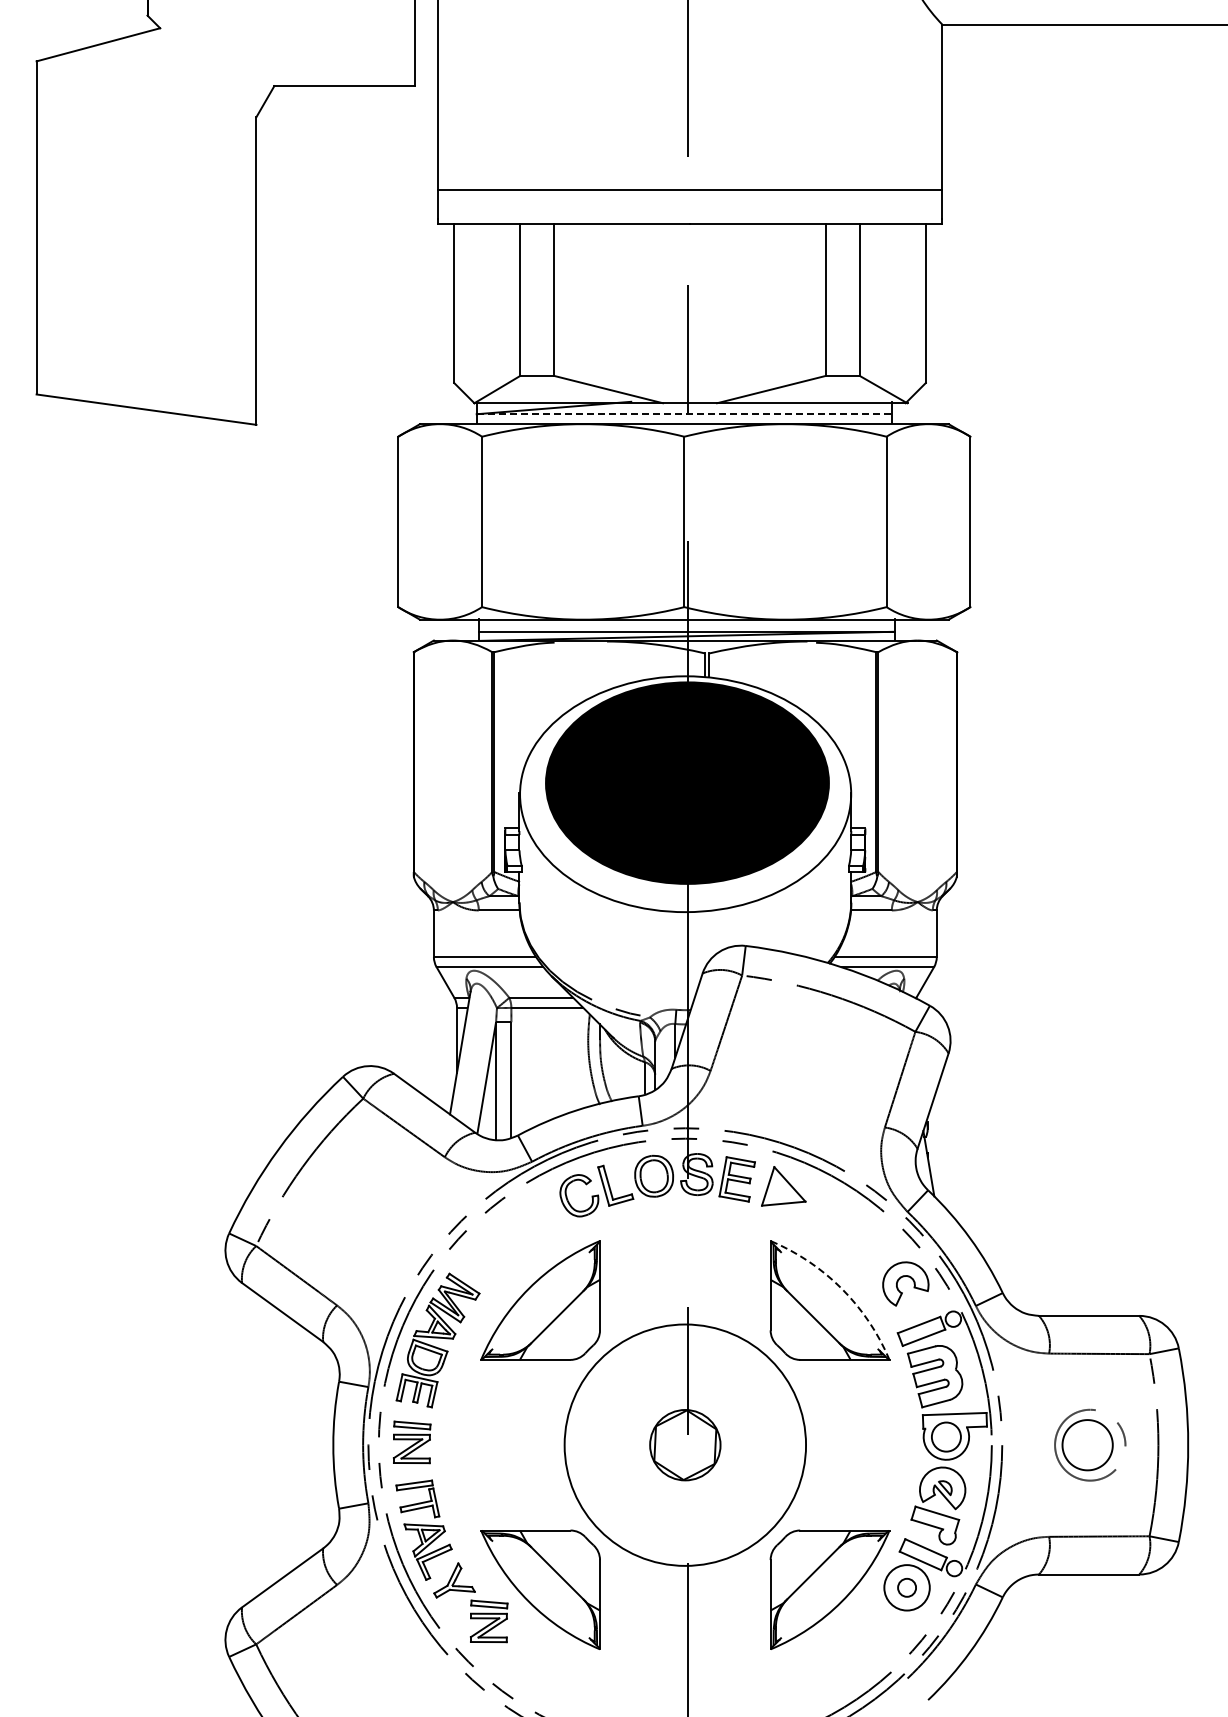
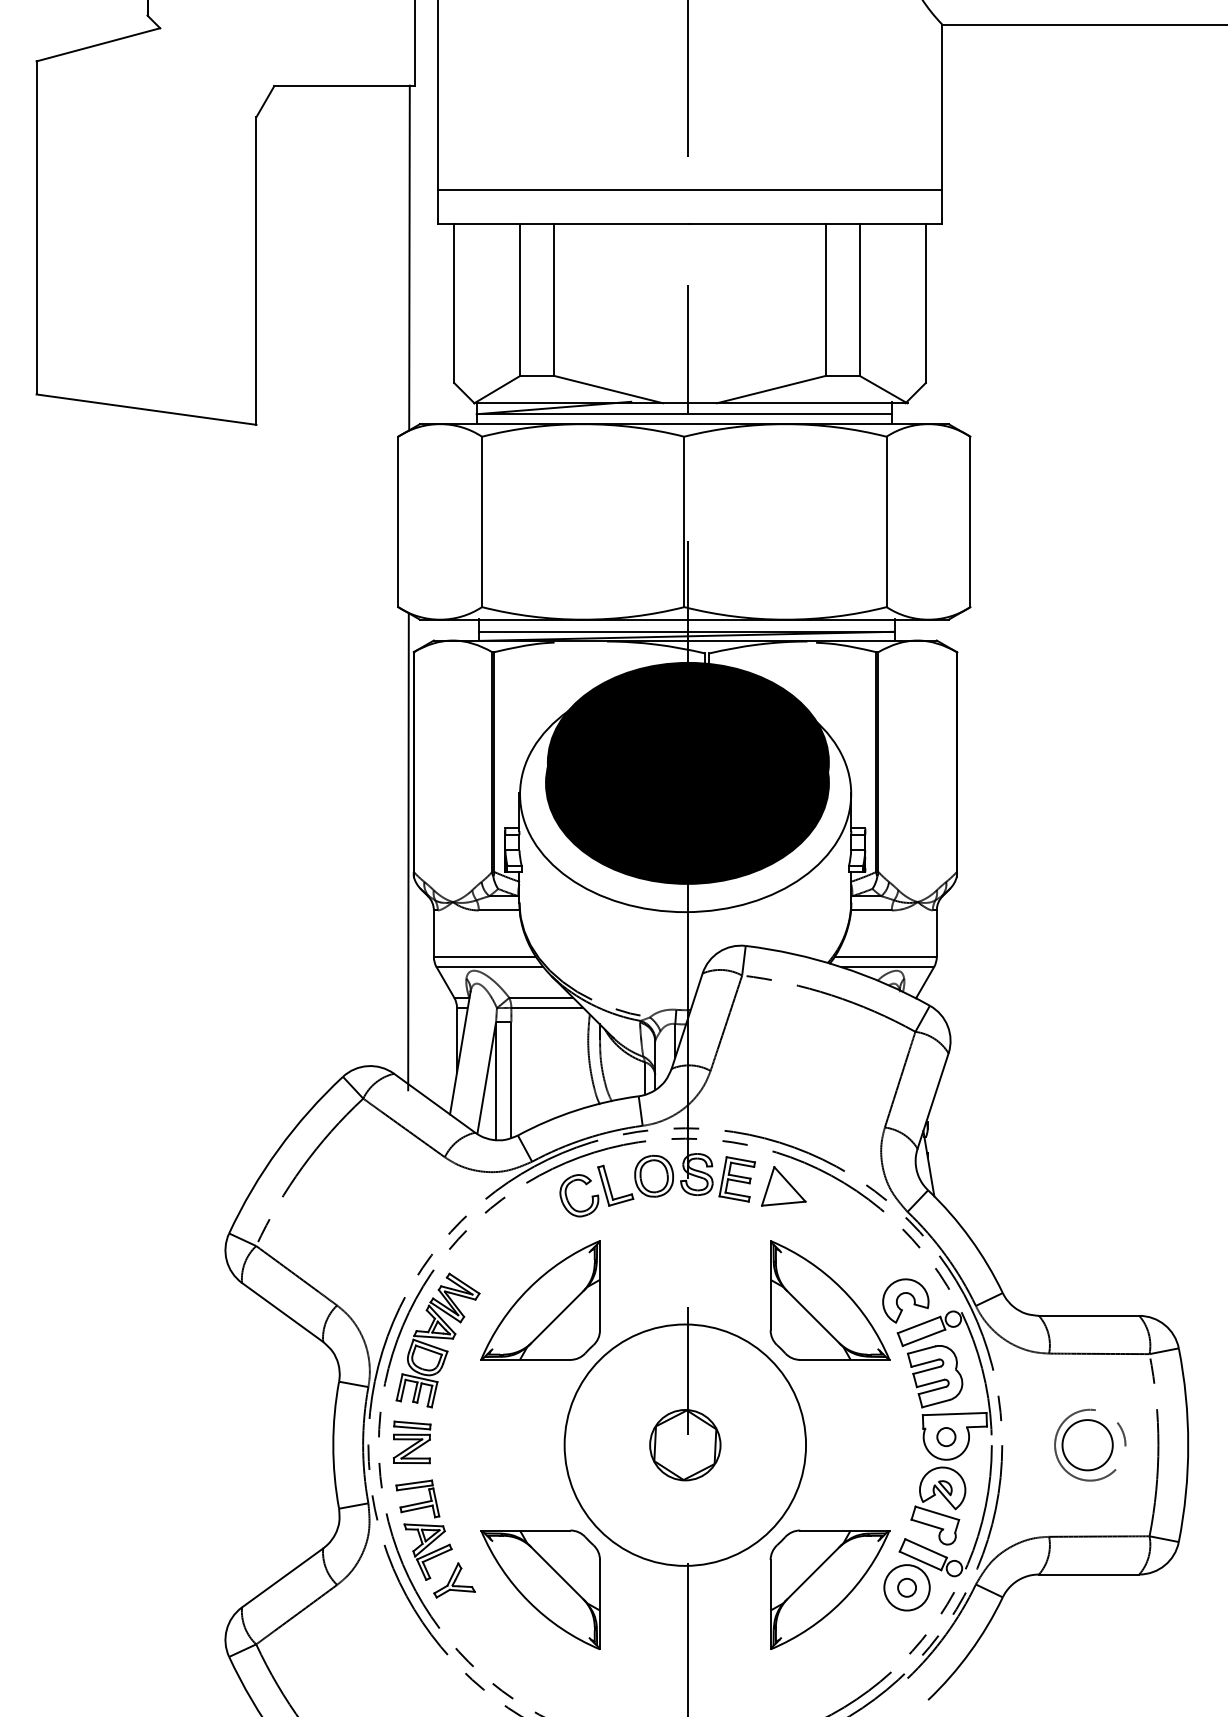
line at (409, 257): none -> present
line at (684, 414): dashed -> solid
fill at (687, 762): none -> present
line at (408, 852): none -> present
part at (903, 1277) position: (903, 1277) -> (903, 1294)
arc at (841, 1288): dashed -> solid
circle at (945, 1436) diameter: 29 px -> 18 px
part at (489, 1621): present -> none
